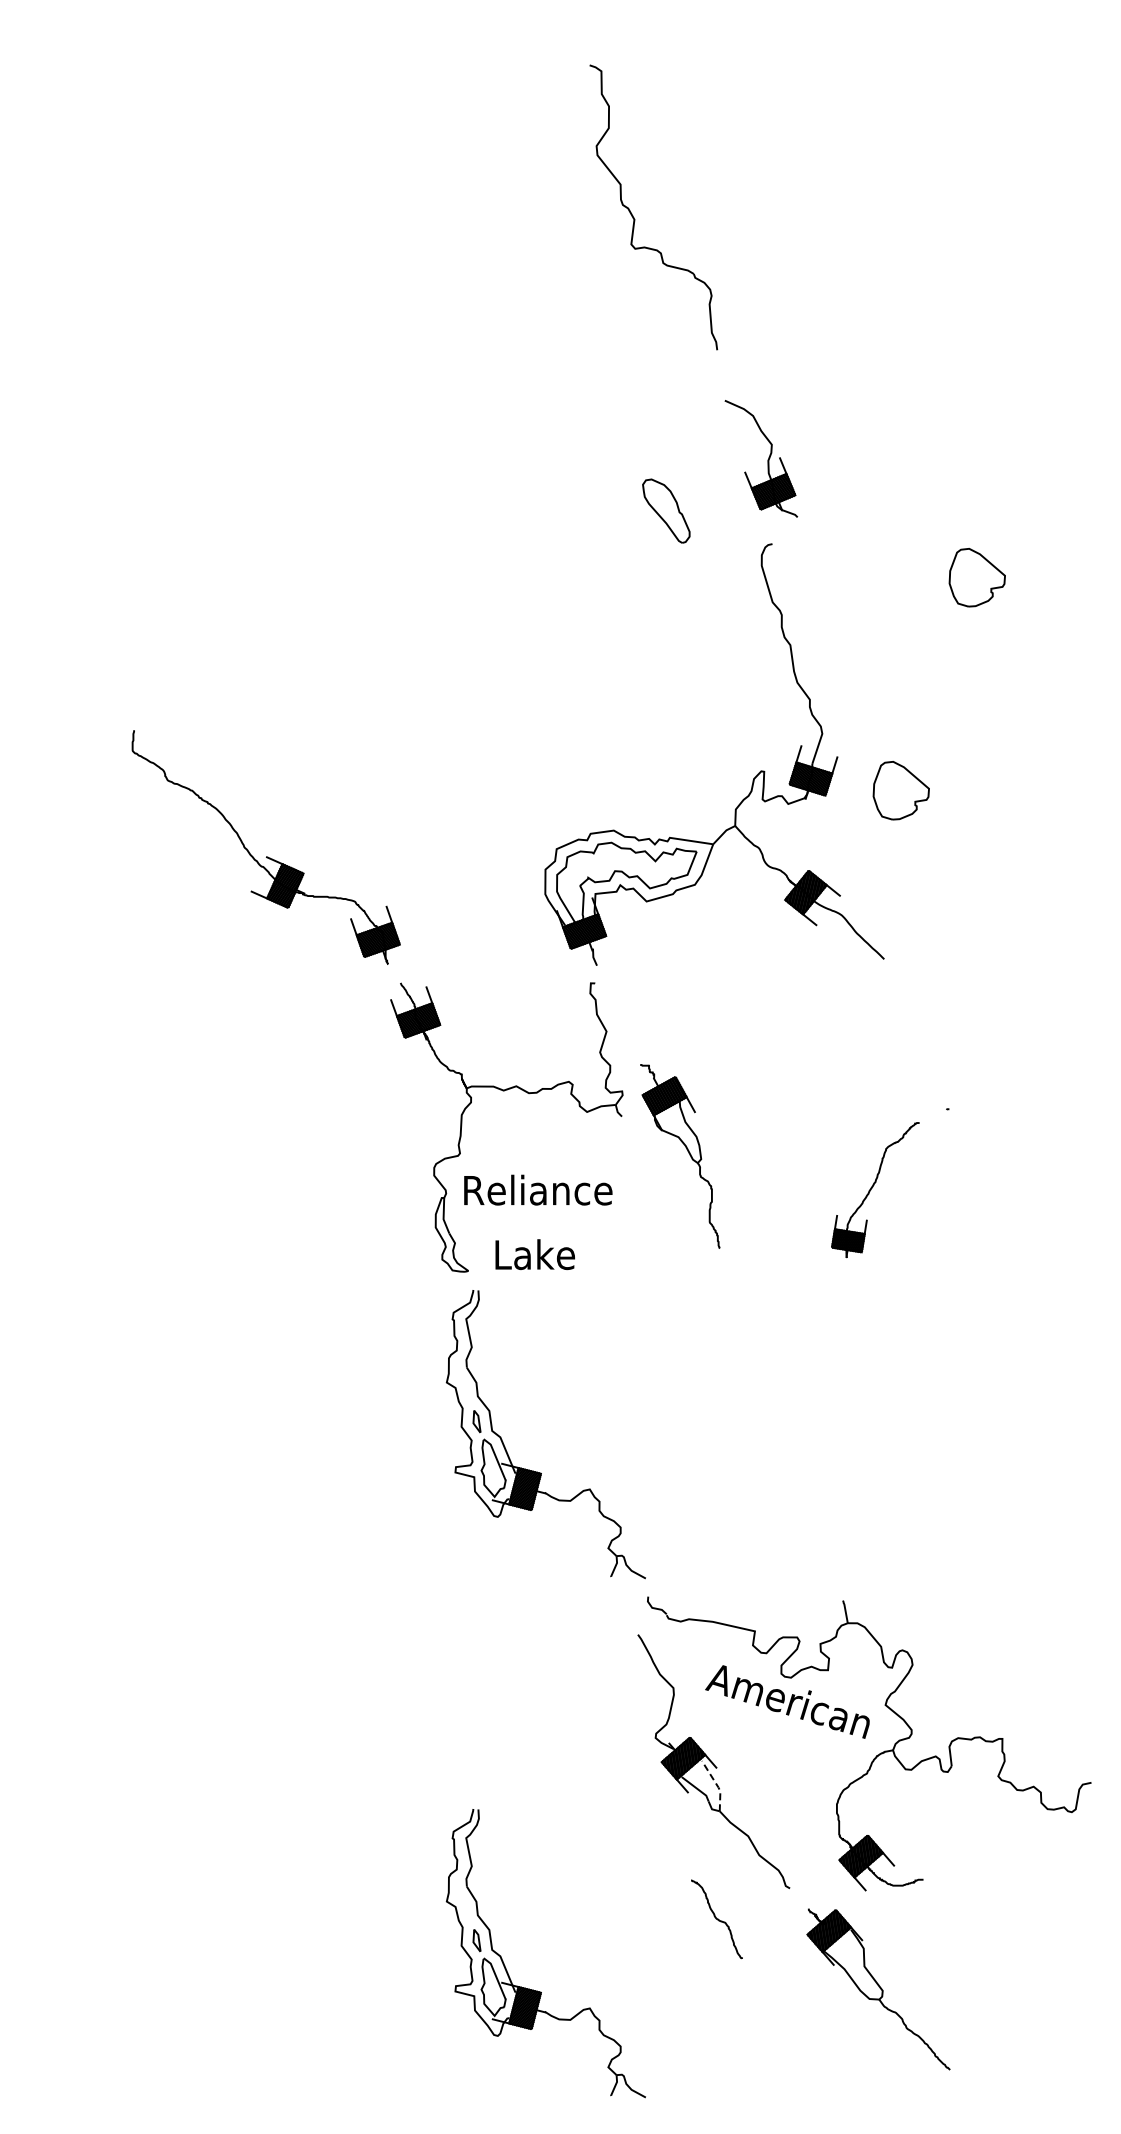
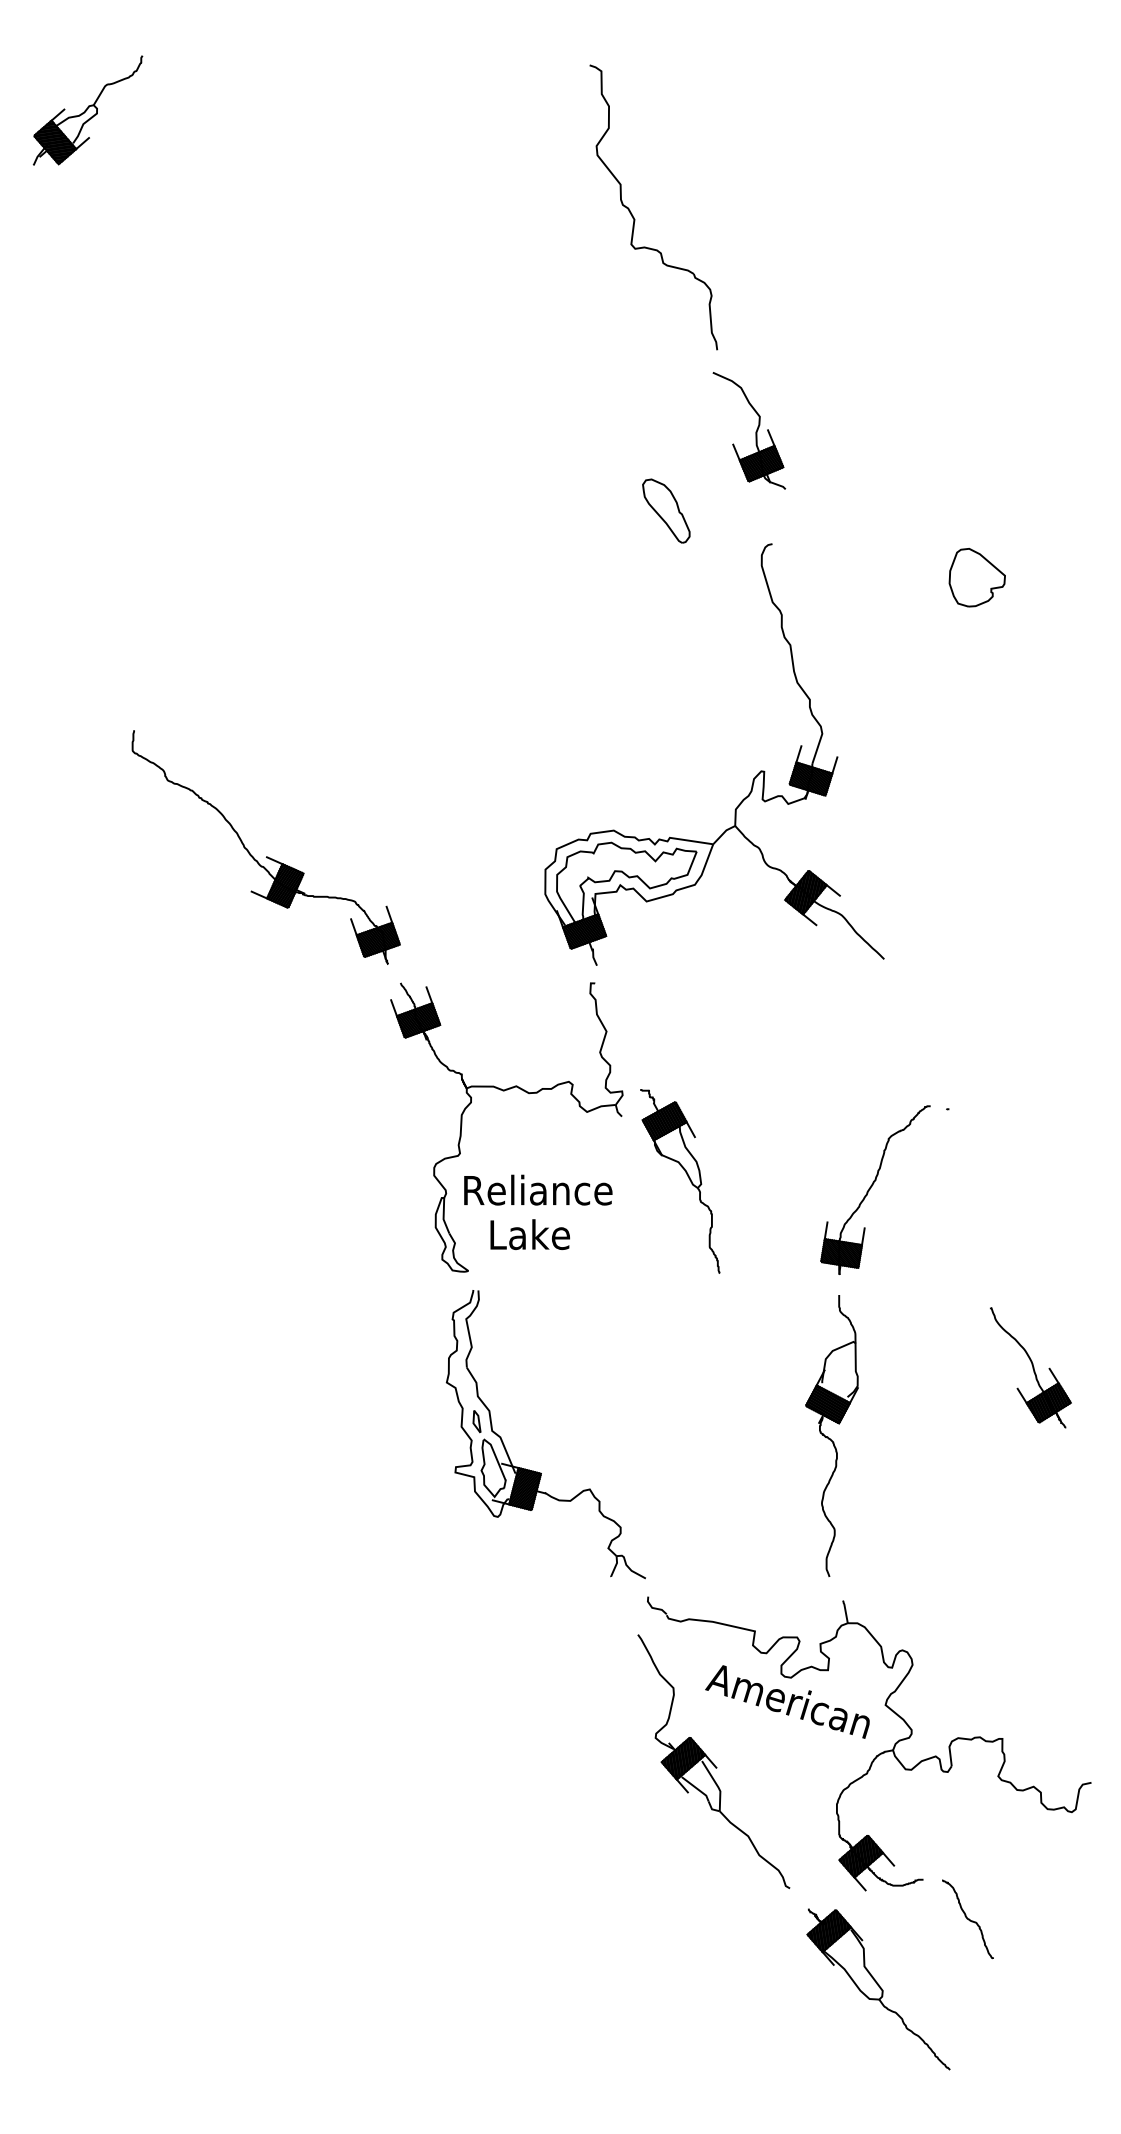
part at (87, 110): none -> present
part at (767, 459) position: (767, 459) -> (755, 431)
part at (900, 790): present -> none
part at (688, 1153) position: (688, 1153) -> (688, 1178)
part at (875, 1190) size: 89x137 px -> 111x170 px
text at (534, 1254) position: (534, 1254) -> (529, 1234)
part at (1030, 1367): none -> present
part at (831, 1435): none -> present
line at (716, 1785): dashed -> solid
curve at (716, 1919) position: (716, 1919) -> (967, 1919)
part at (537, 1990): present -> none
